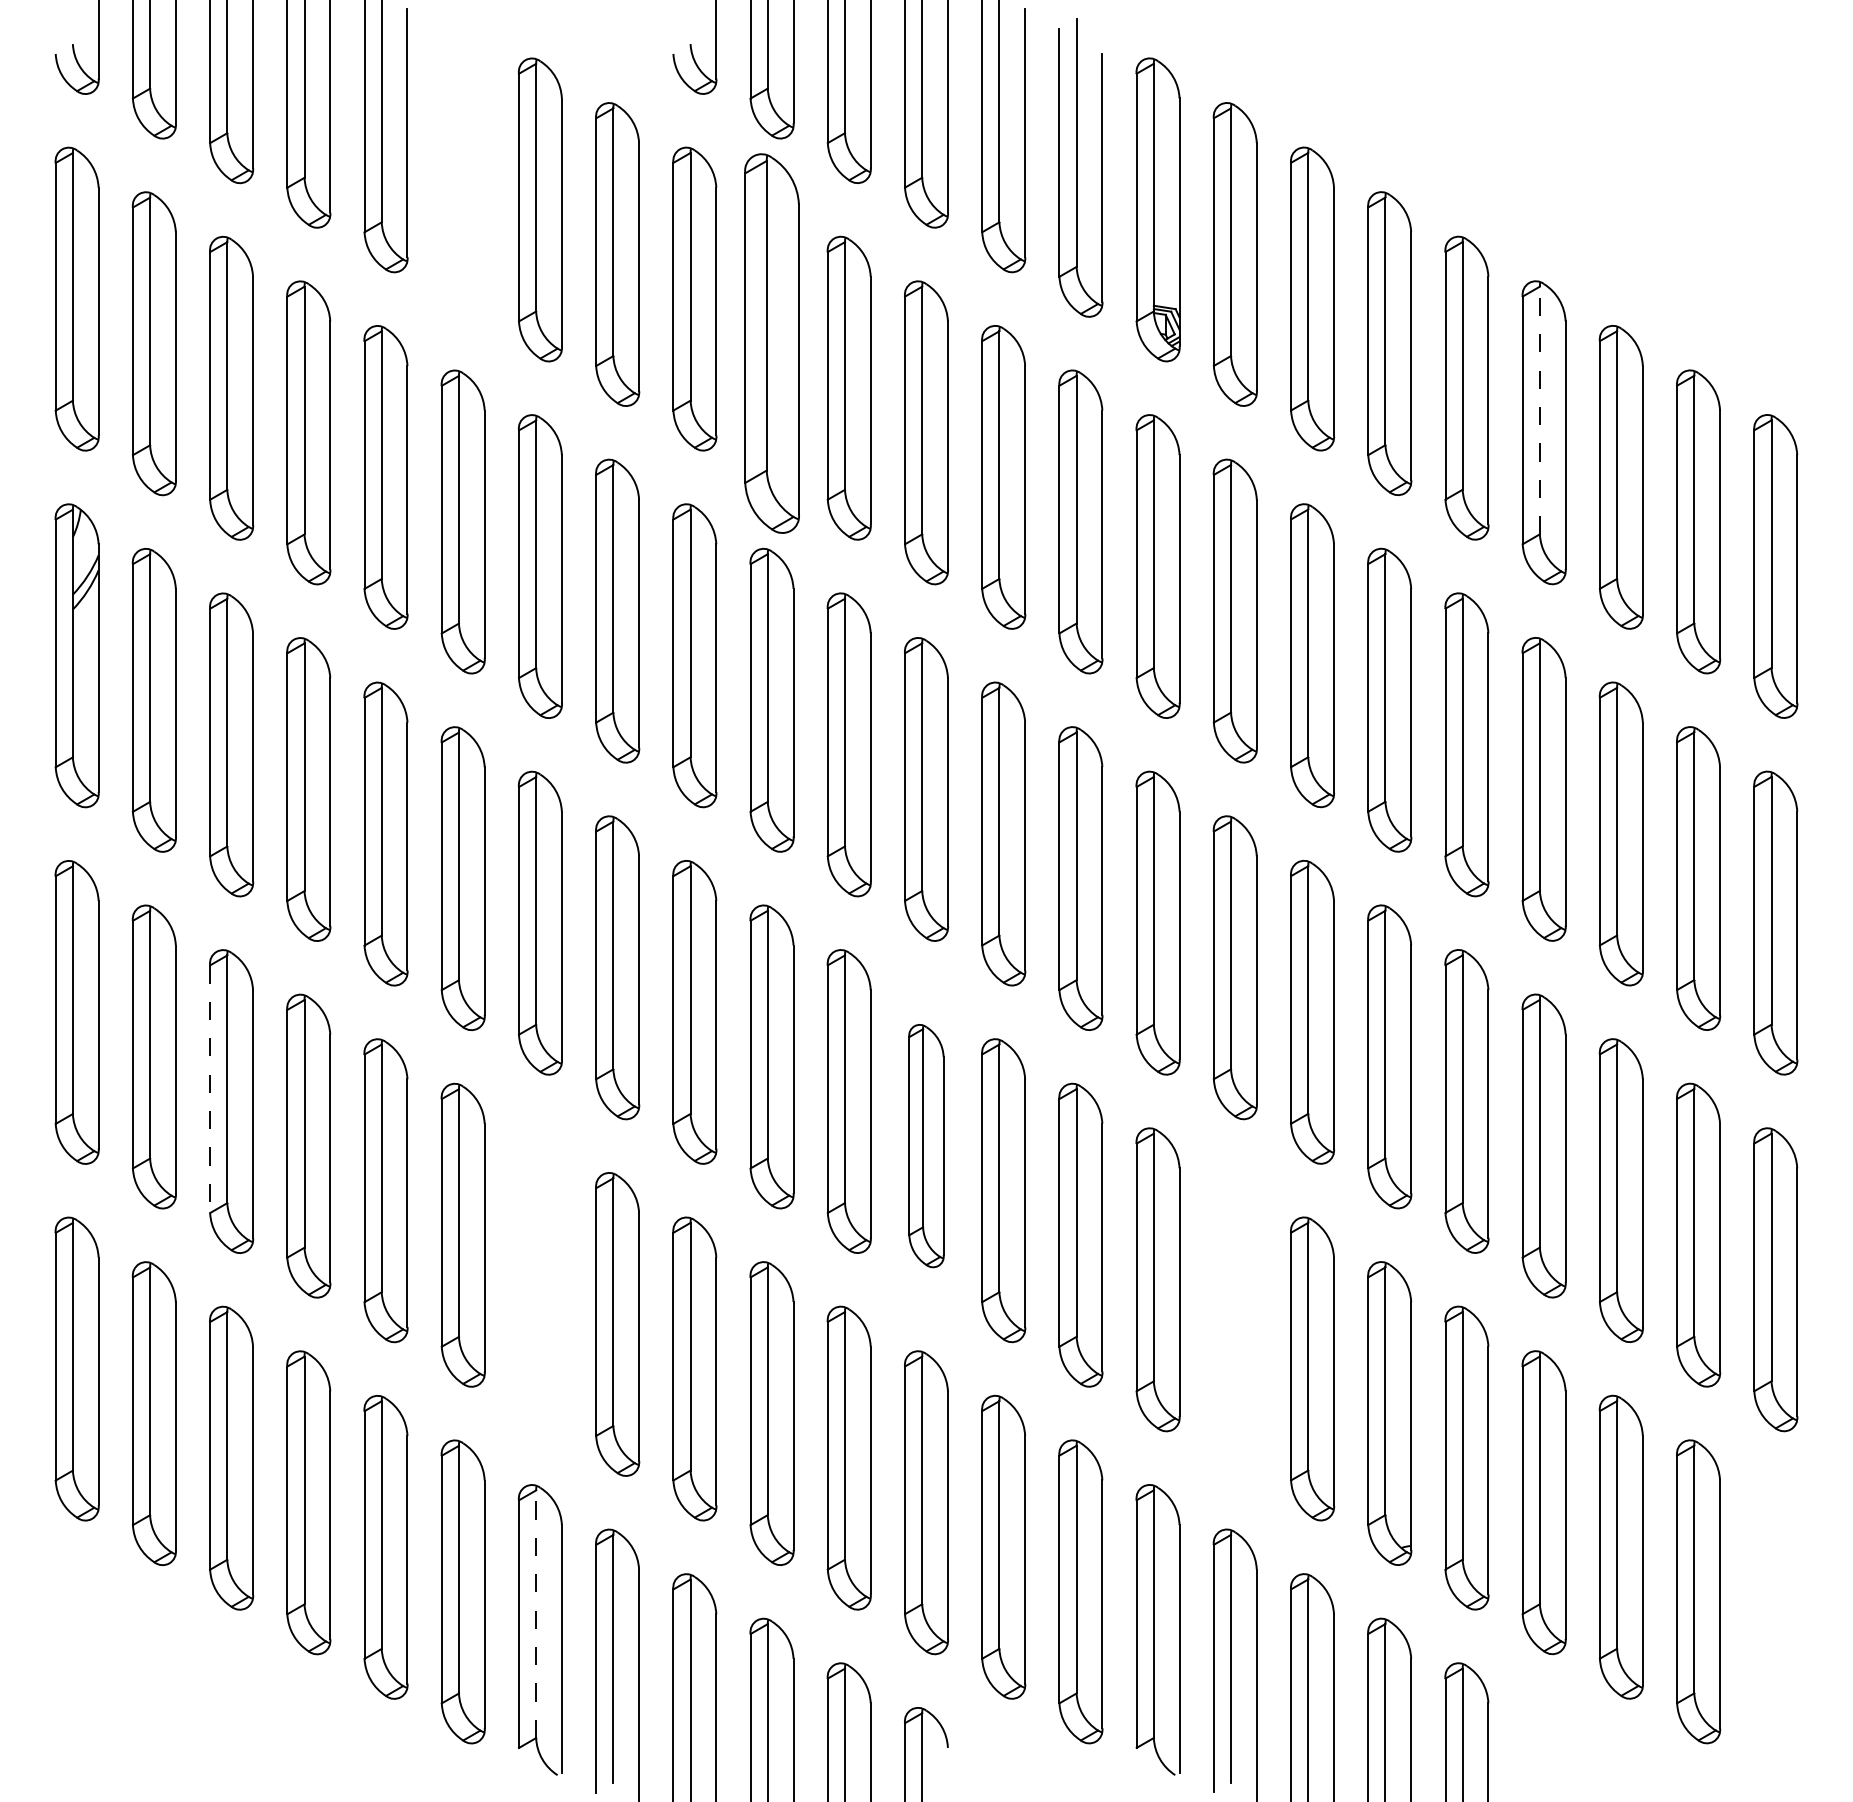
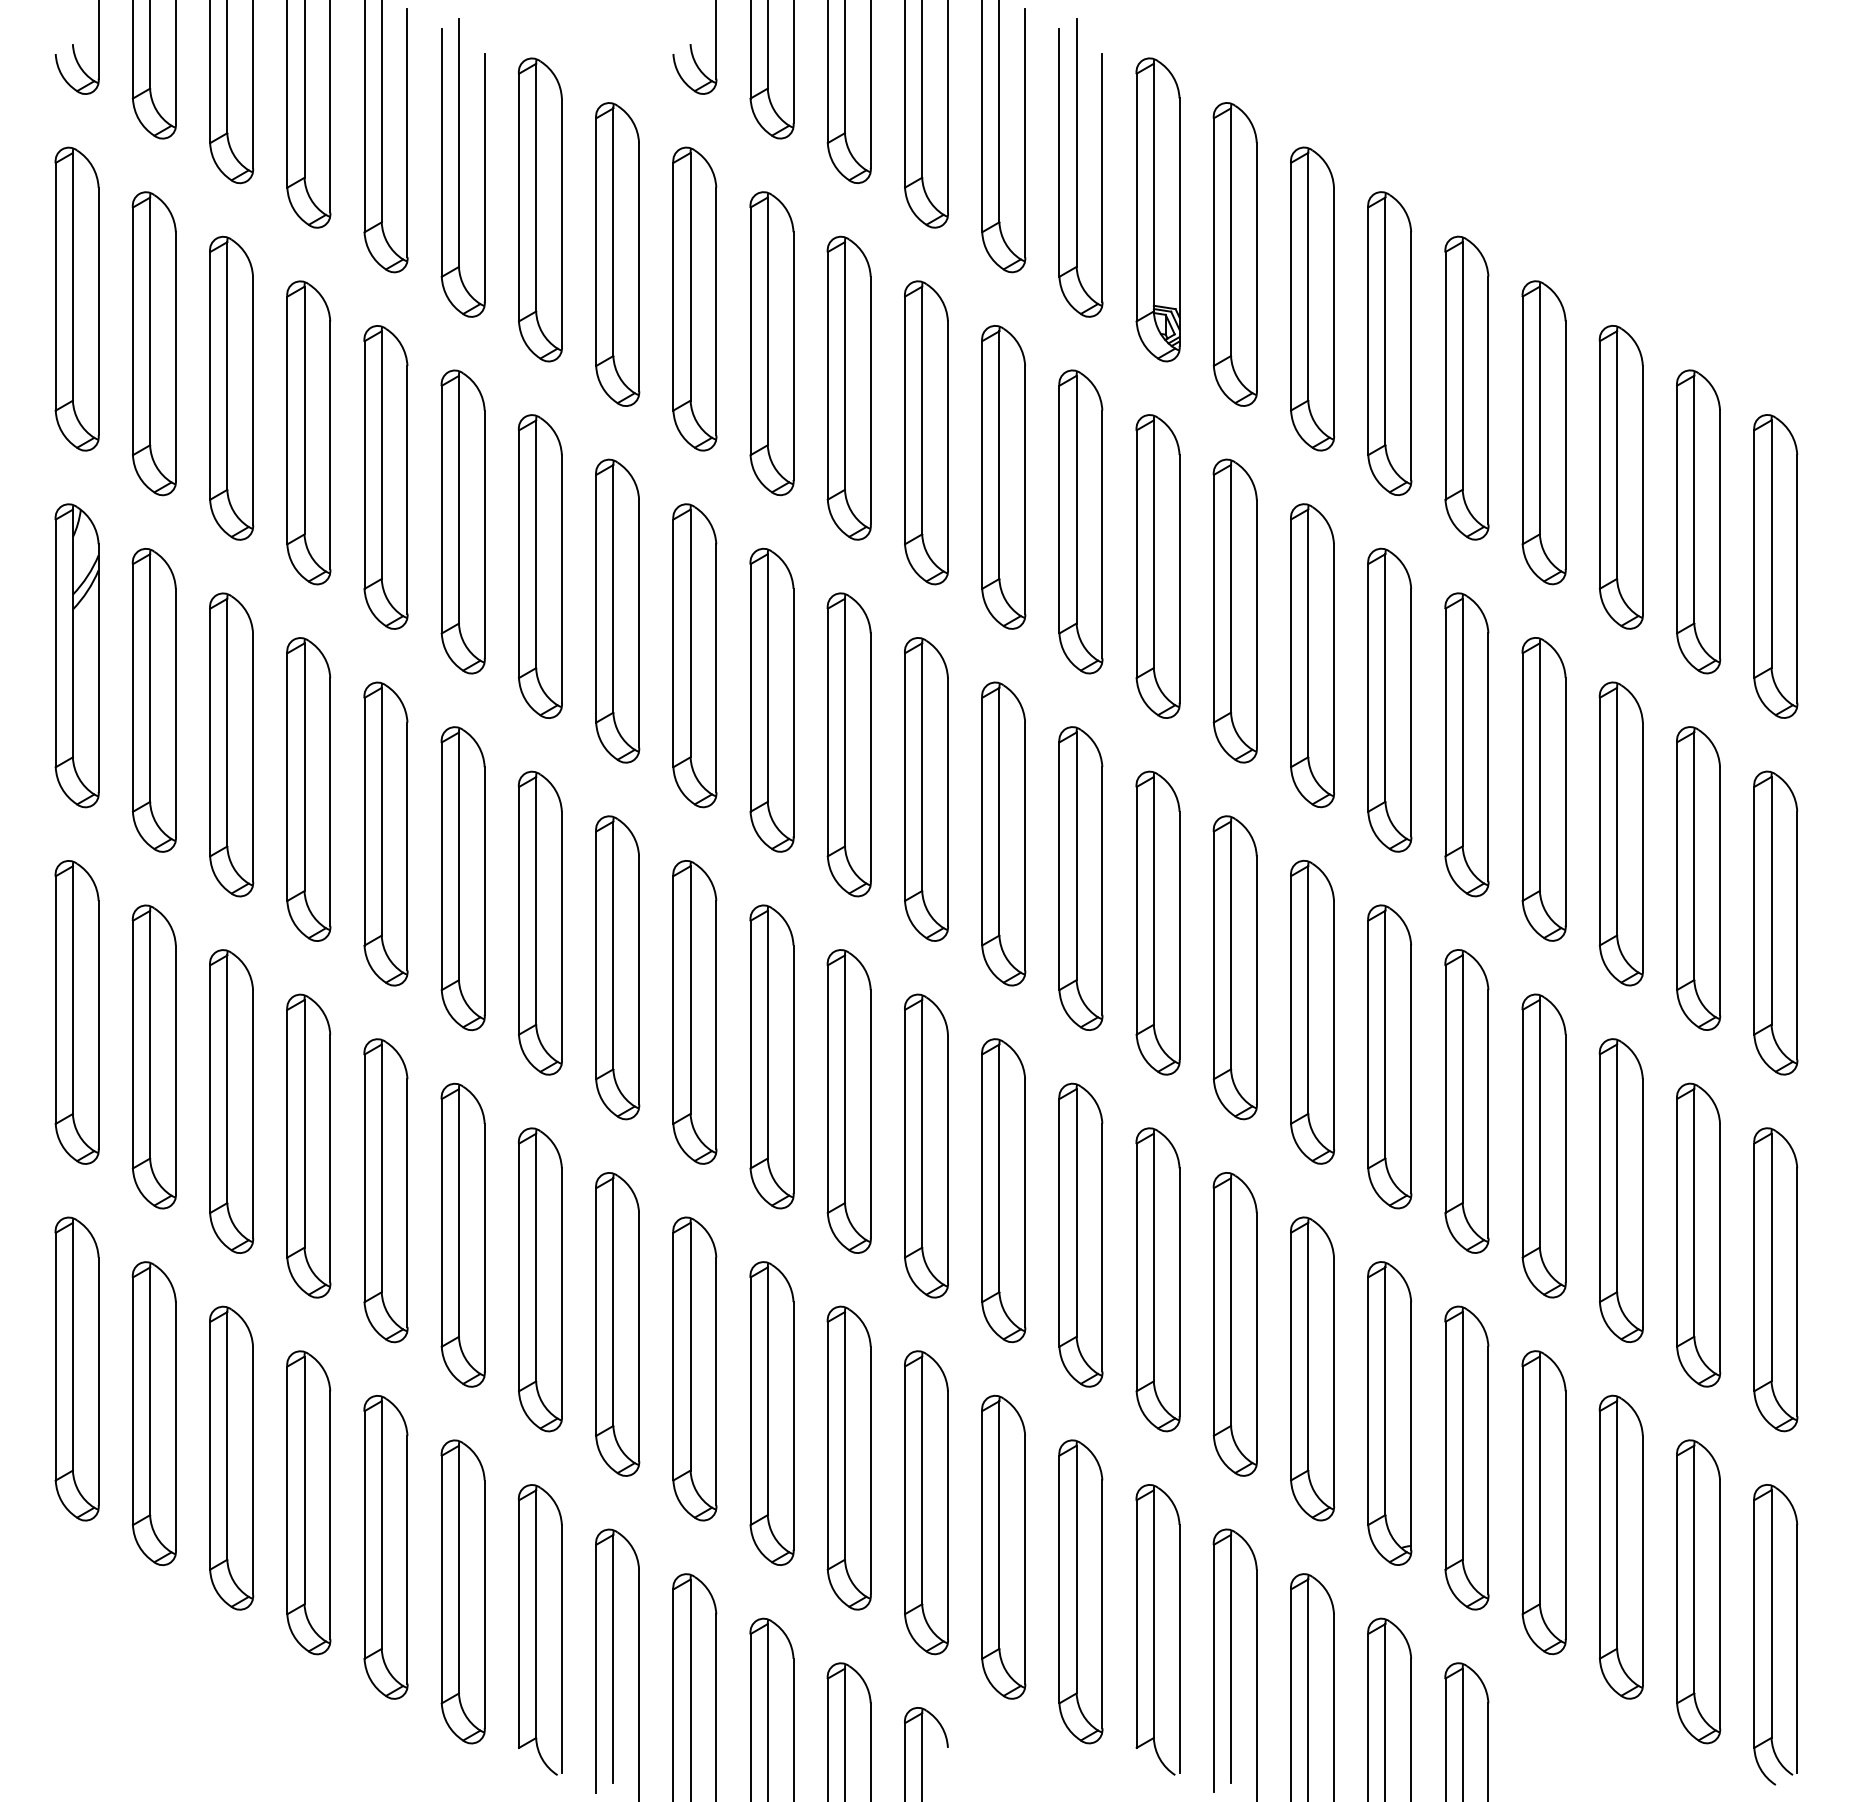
part at (462, 167): none -> present
part at (771, 343) size: 56x381 px -> 46x306 px
line at (1539, 410): dashed -> solid
line at (210, 1089): dashed -> solid
part at (926, 1146) size: 37x245 px -> 45x306 px
part at (539, 1279): none -> present
part at (1234, 1324): none -> present
line at (536, 1614): dashed -> solid
part at (1775, 1634): none -> present
